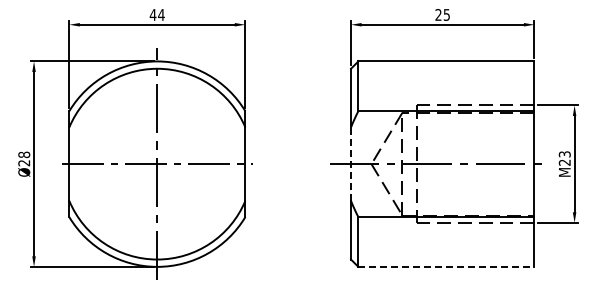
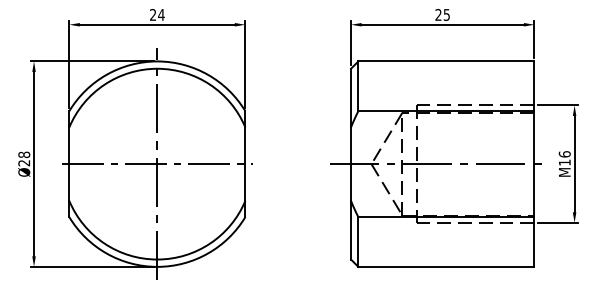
text at (152, 14): 44 -> 24
text at (564, 158): M23 -> M16
line at (351, 164): dashed -> solid
line at (446, 266): dashed -> solid
